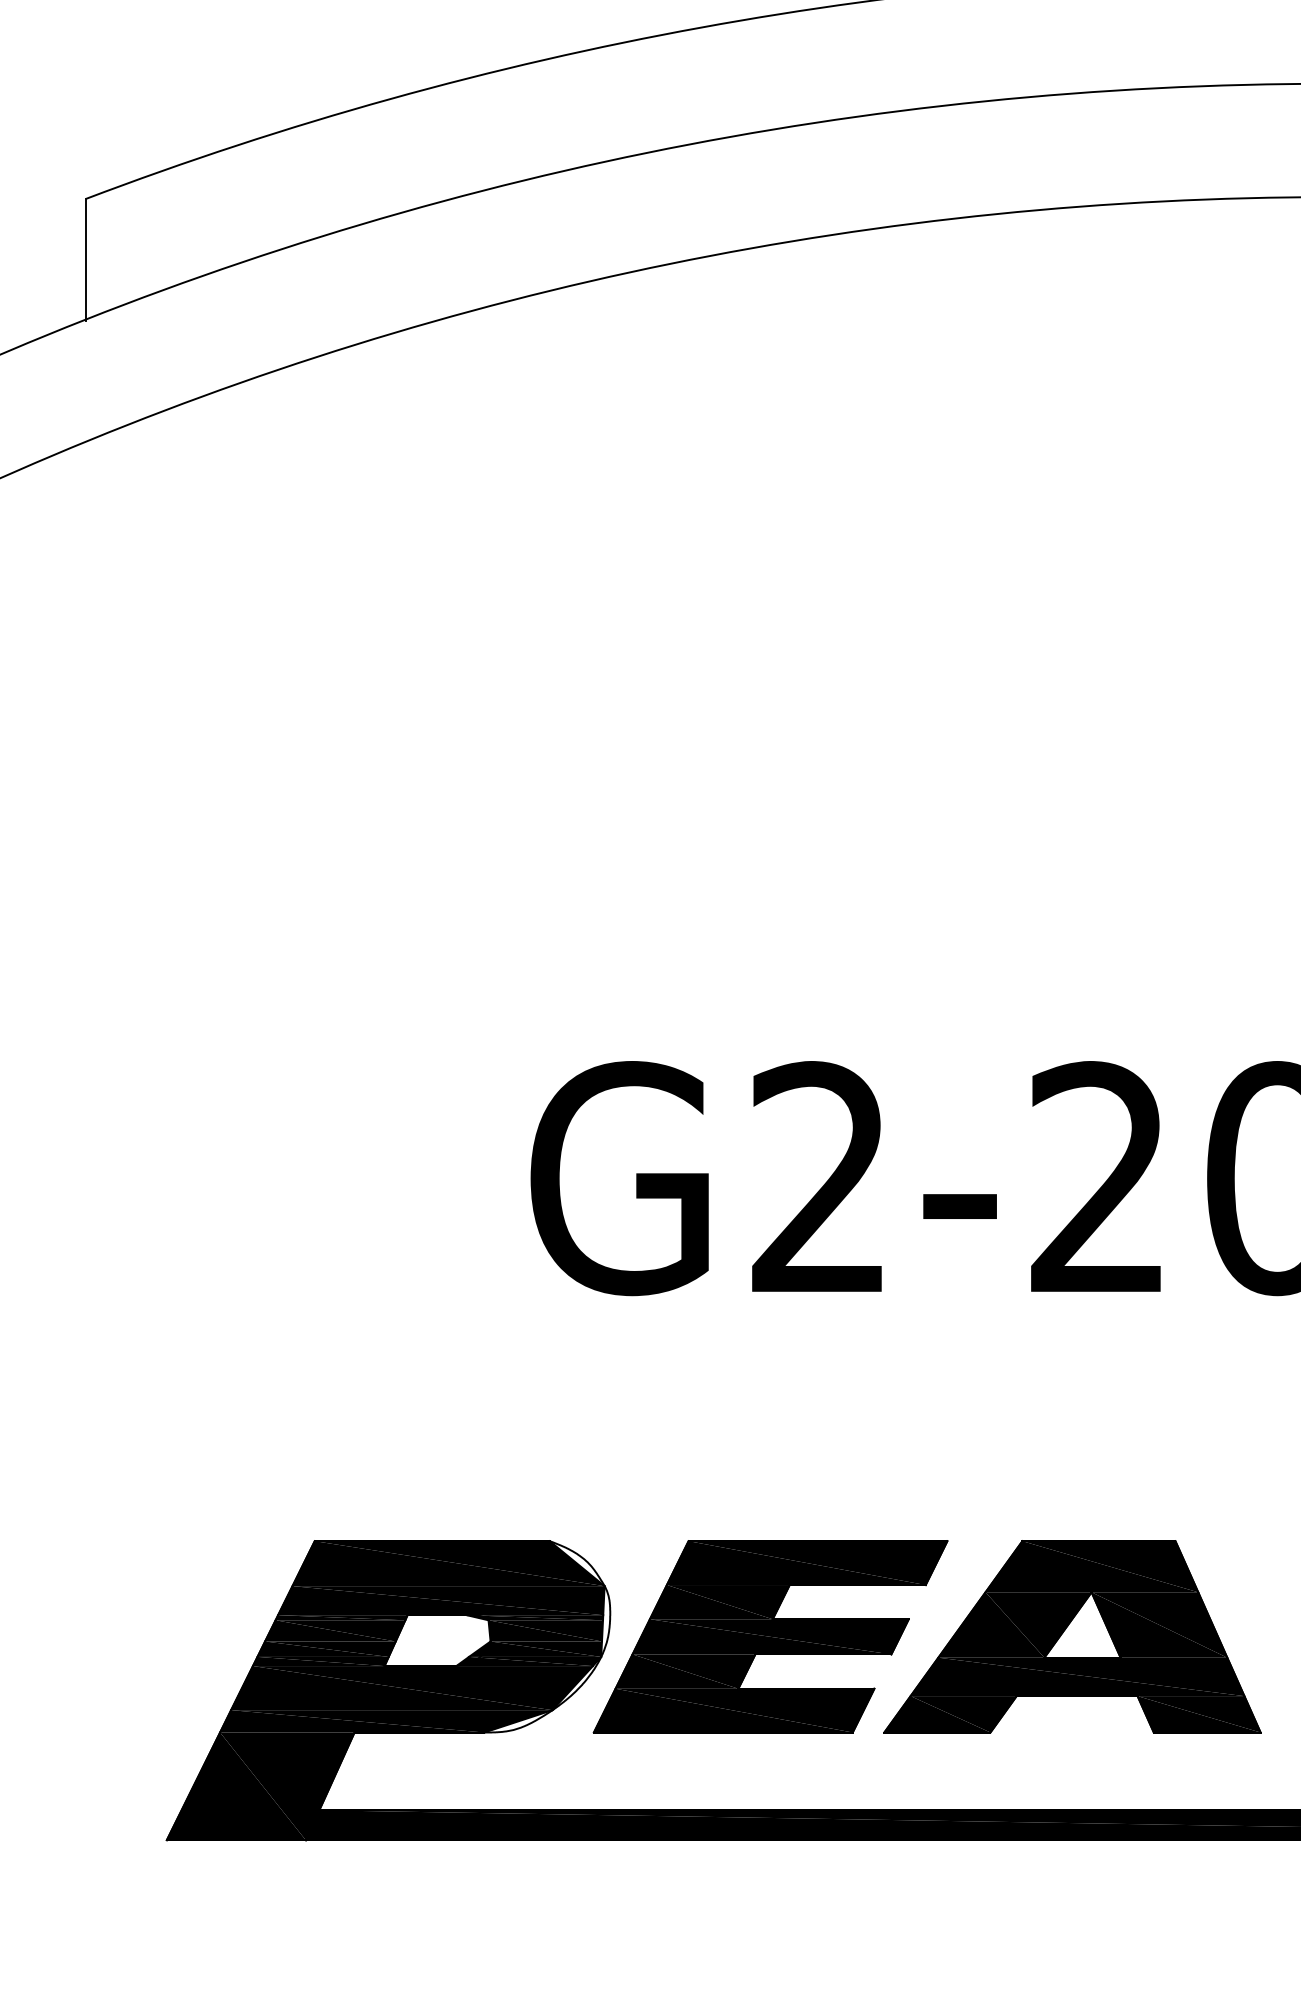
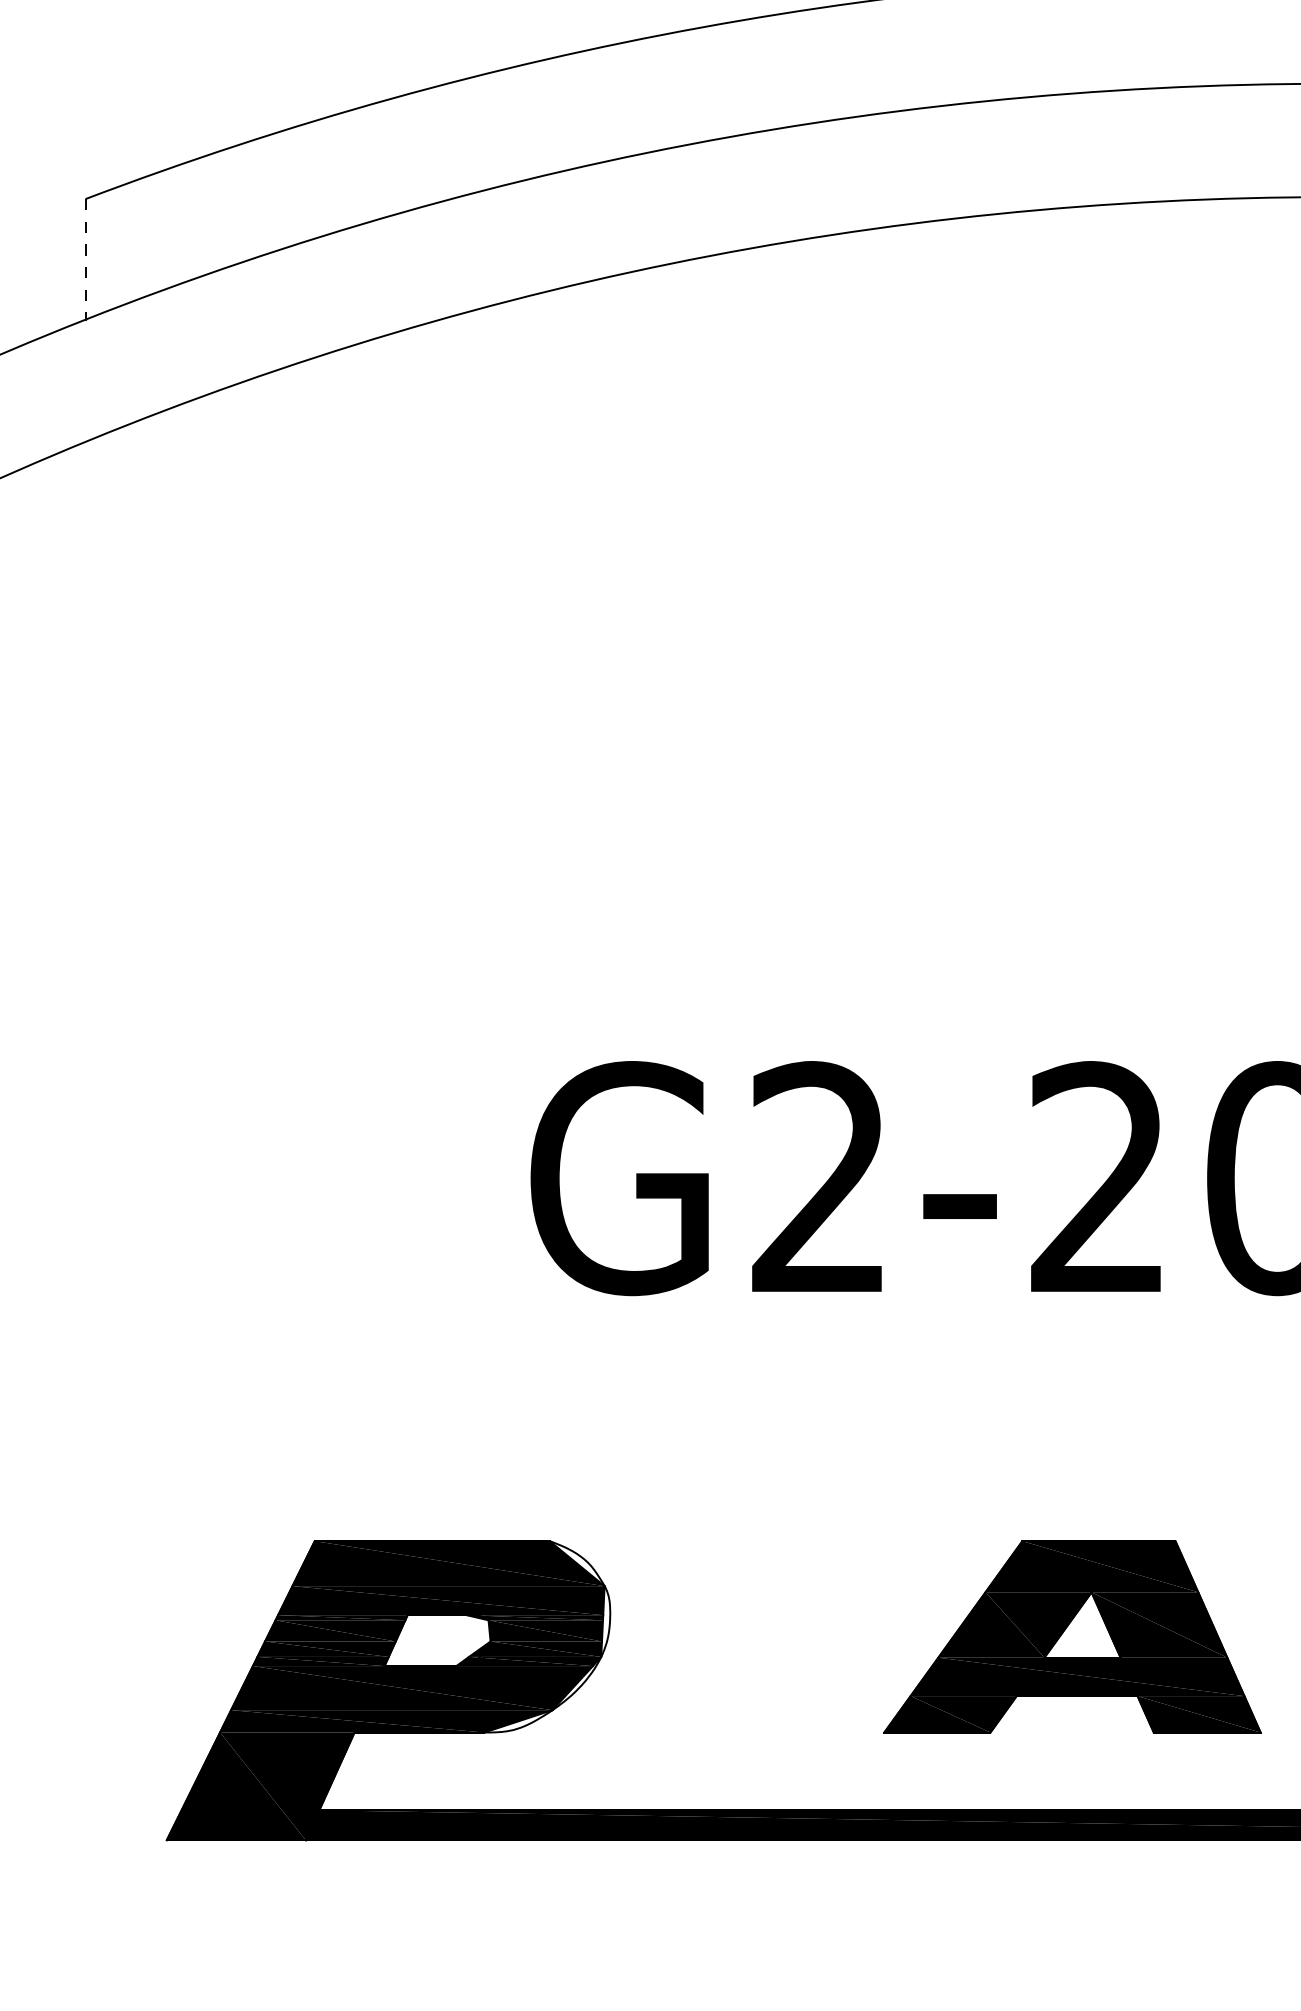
line at (85, 259): solid -> dashed
part at (770, 1636): present -> none
